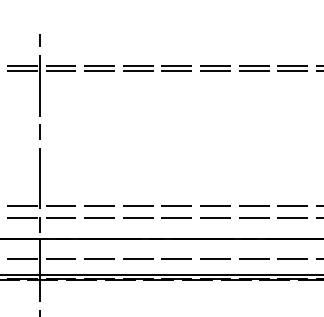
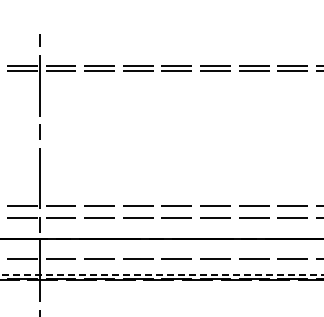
line at (162, 274): solid -> dashed
